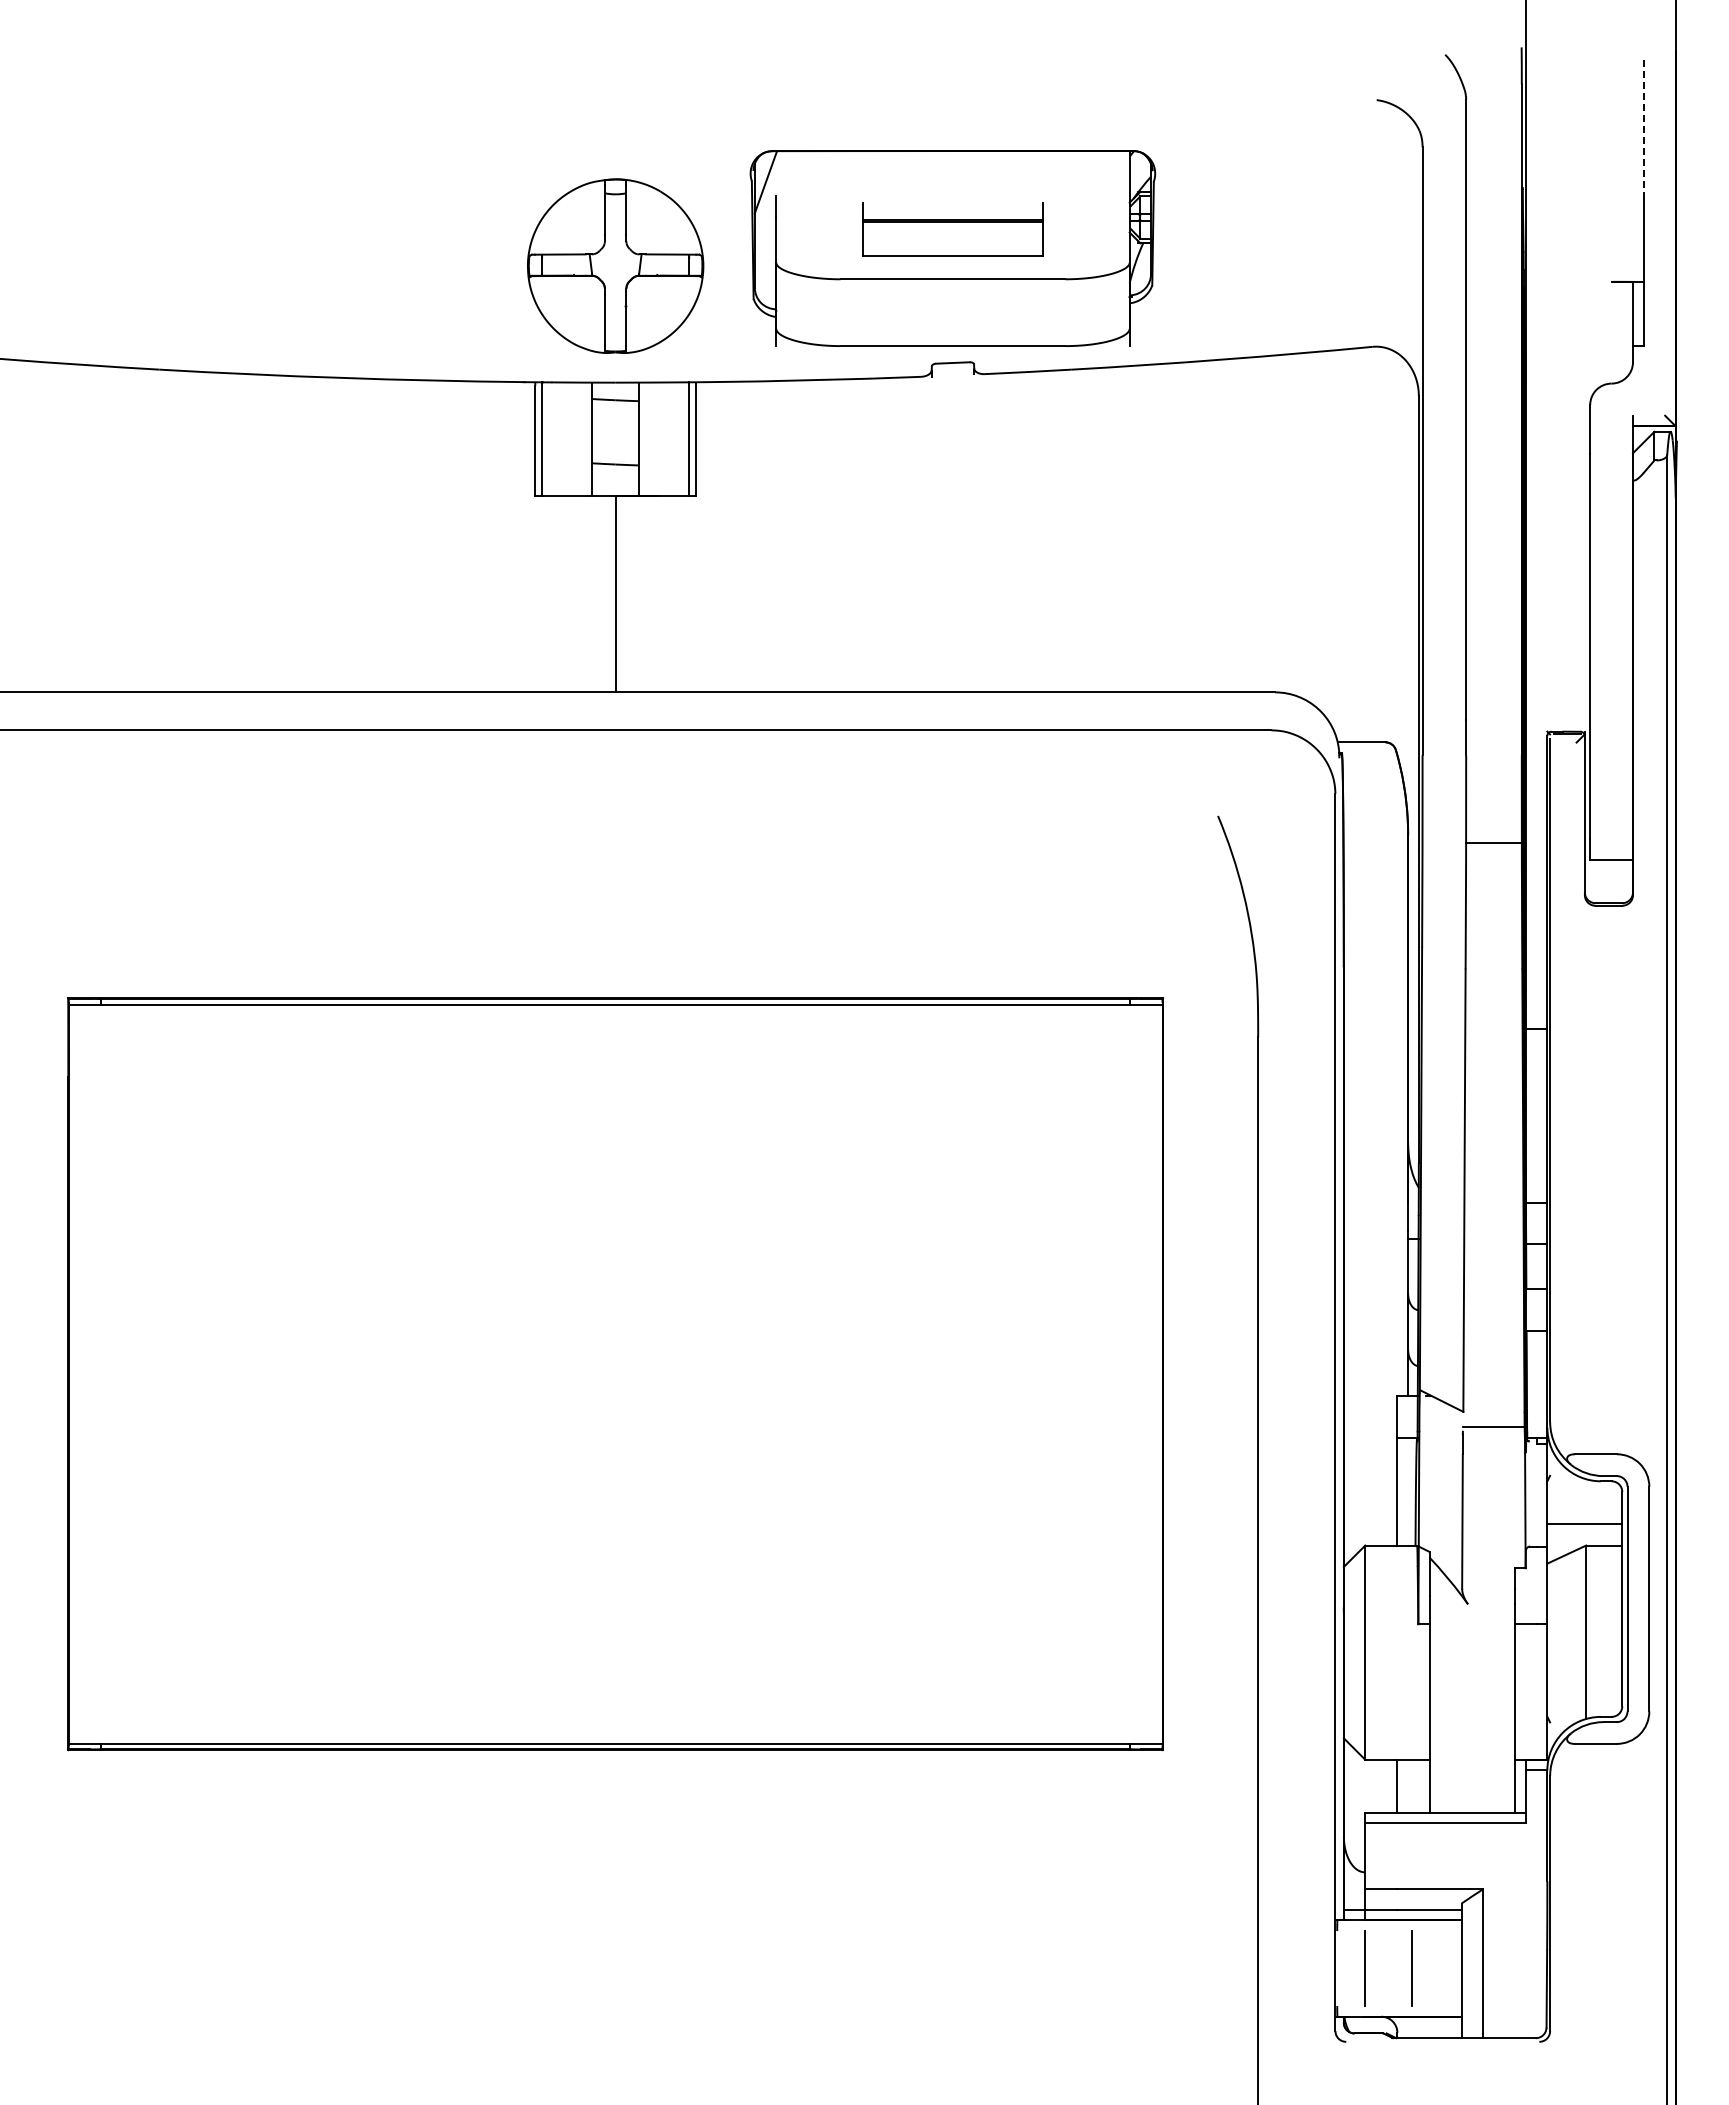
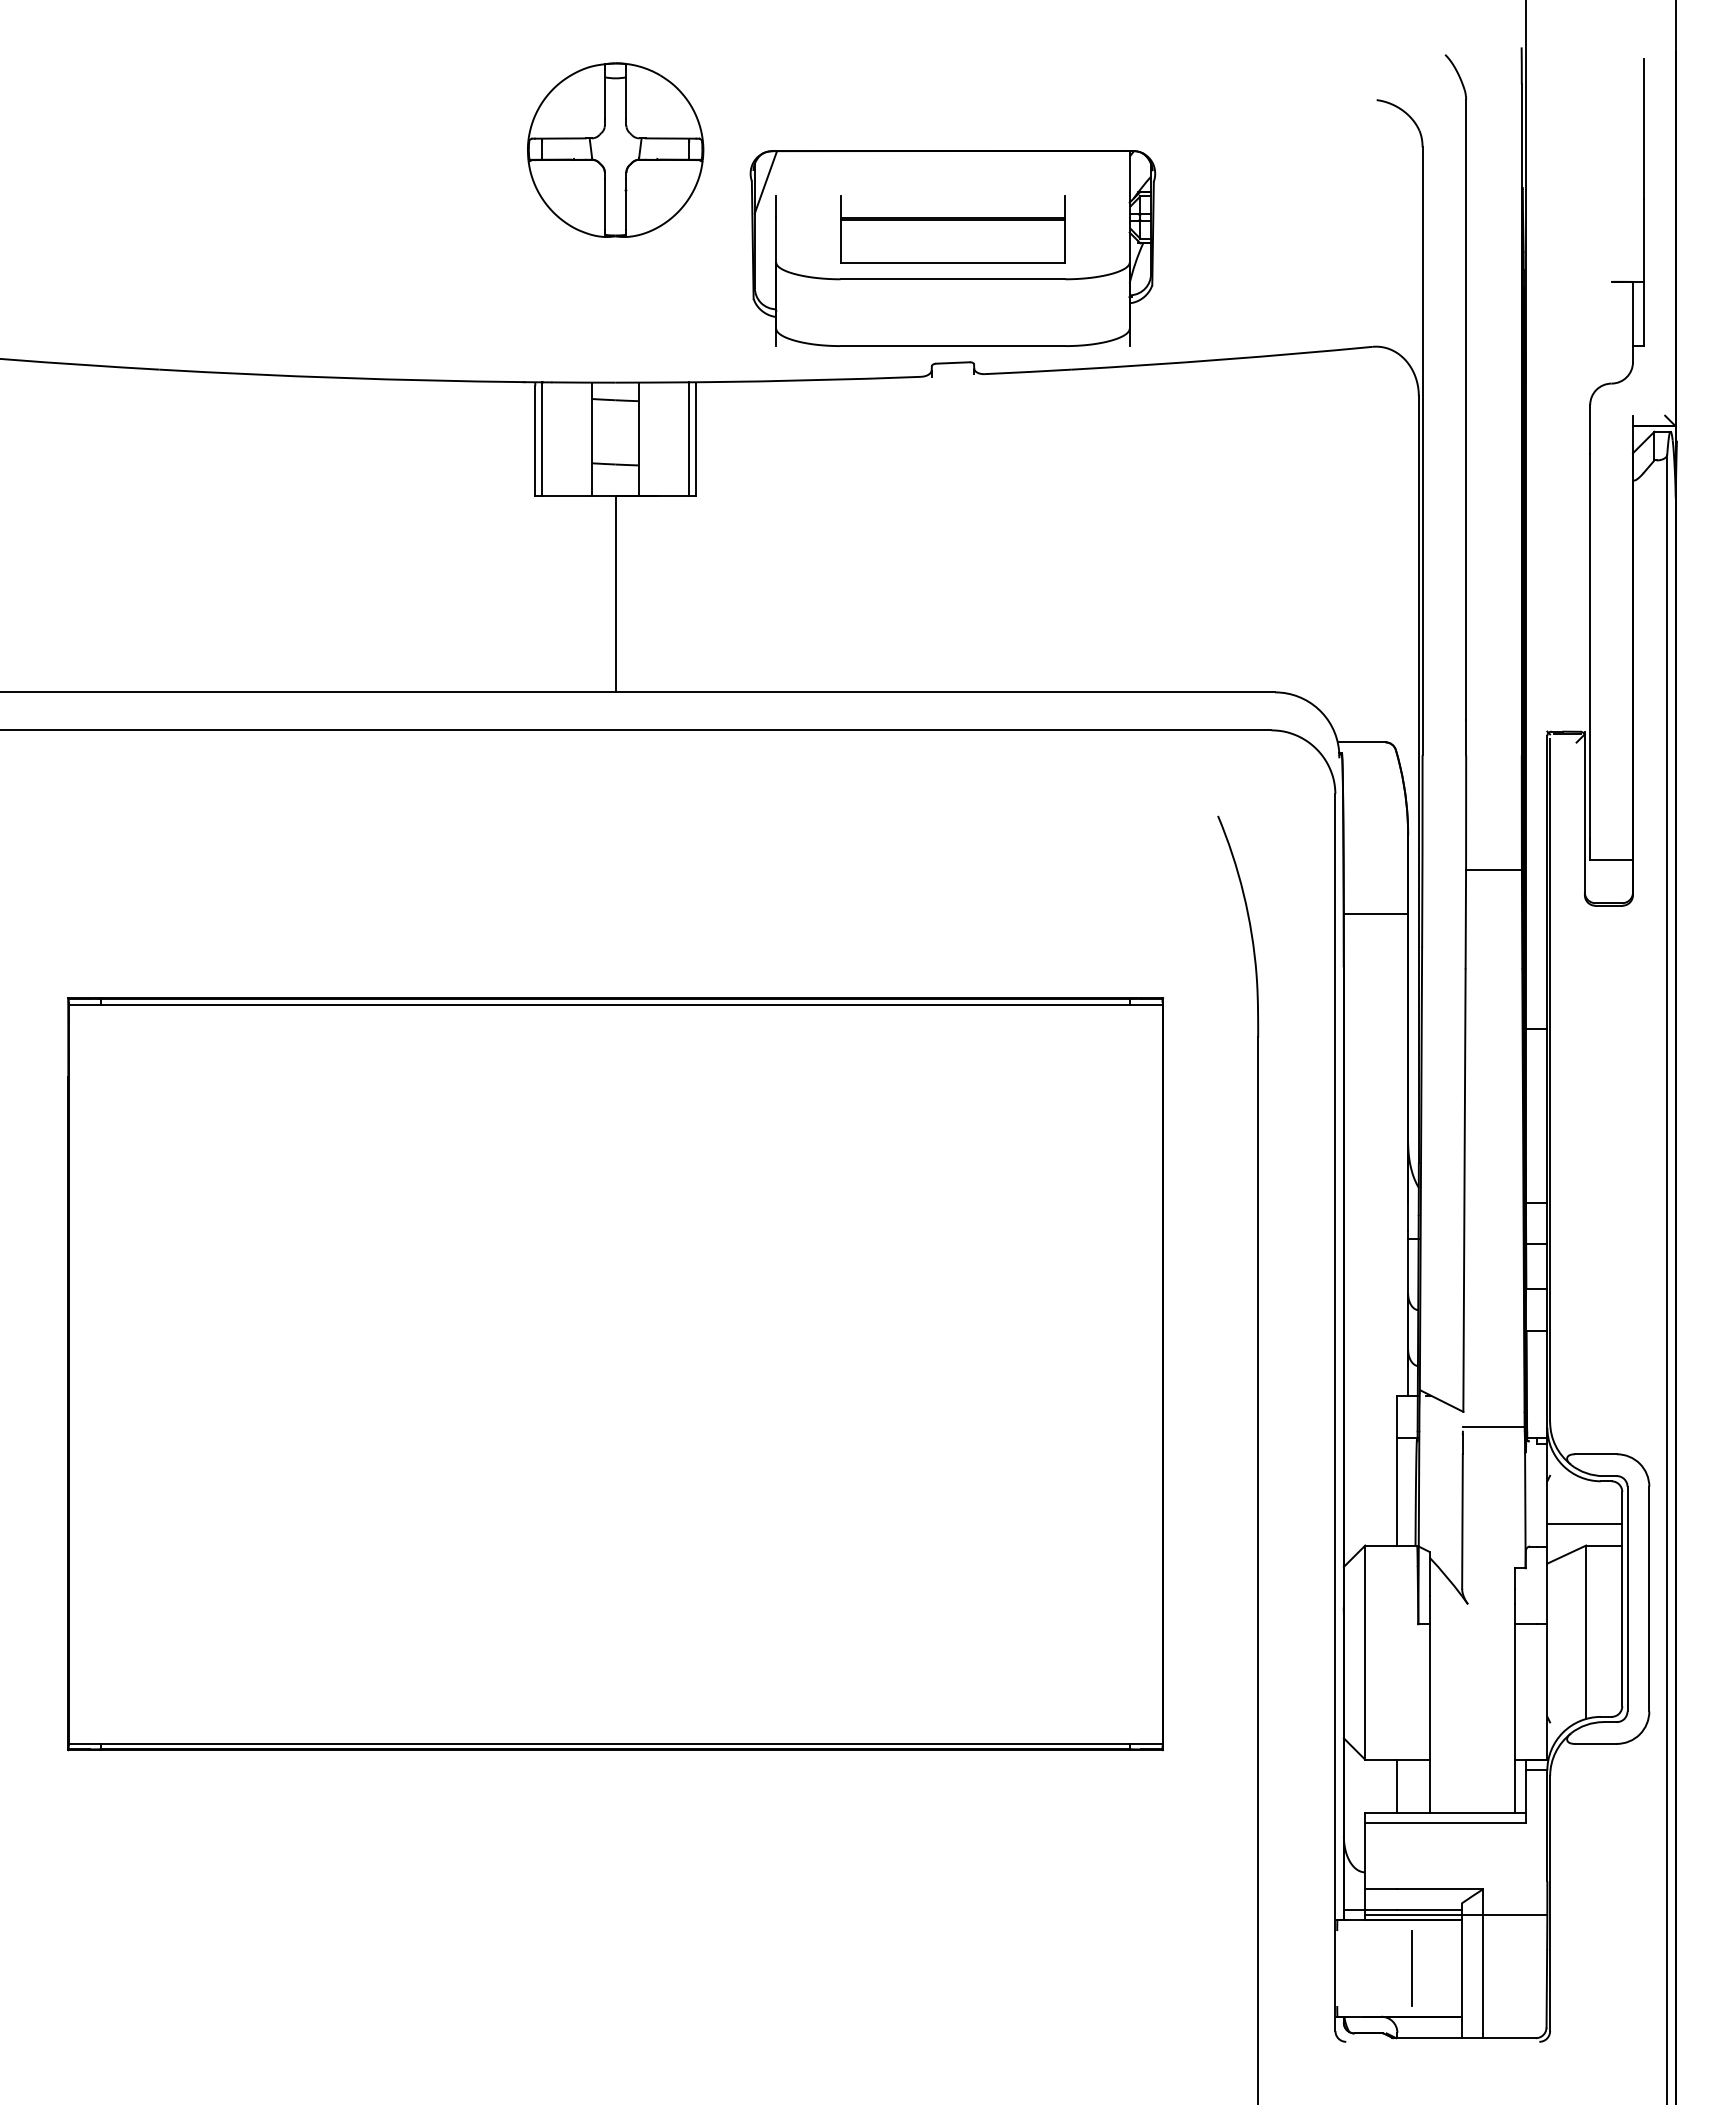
line at (1643, 128): dashed -> solid
part at (952, 229) size: 182x55 px -> 226x69 px
part at (615, 265) position: (615, 265) -> (615, 149)
line at (1493, 843) position: (1493, 843) -> (1493, 870)
line at (1375, 913): none -> present
line at (1456, 1914): none -> present
line at (1364, 1968): present -> none
